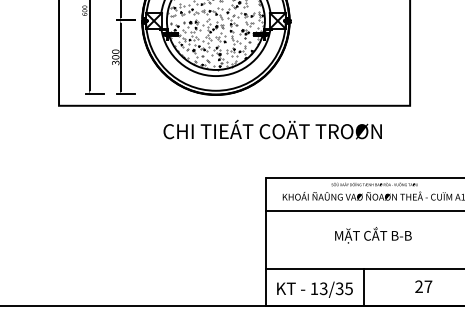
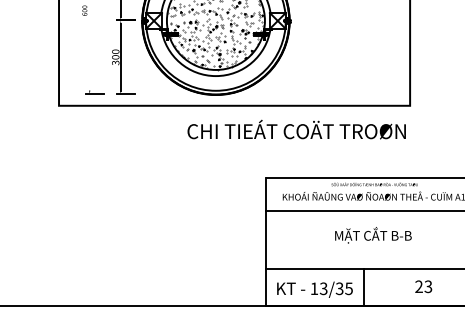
line at (89, 46): present -> none
text at (272, 129) position: (272, 129) -> (296, 129)
text at (428, 286): 27 -> 23
